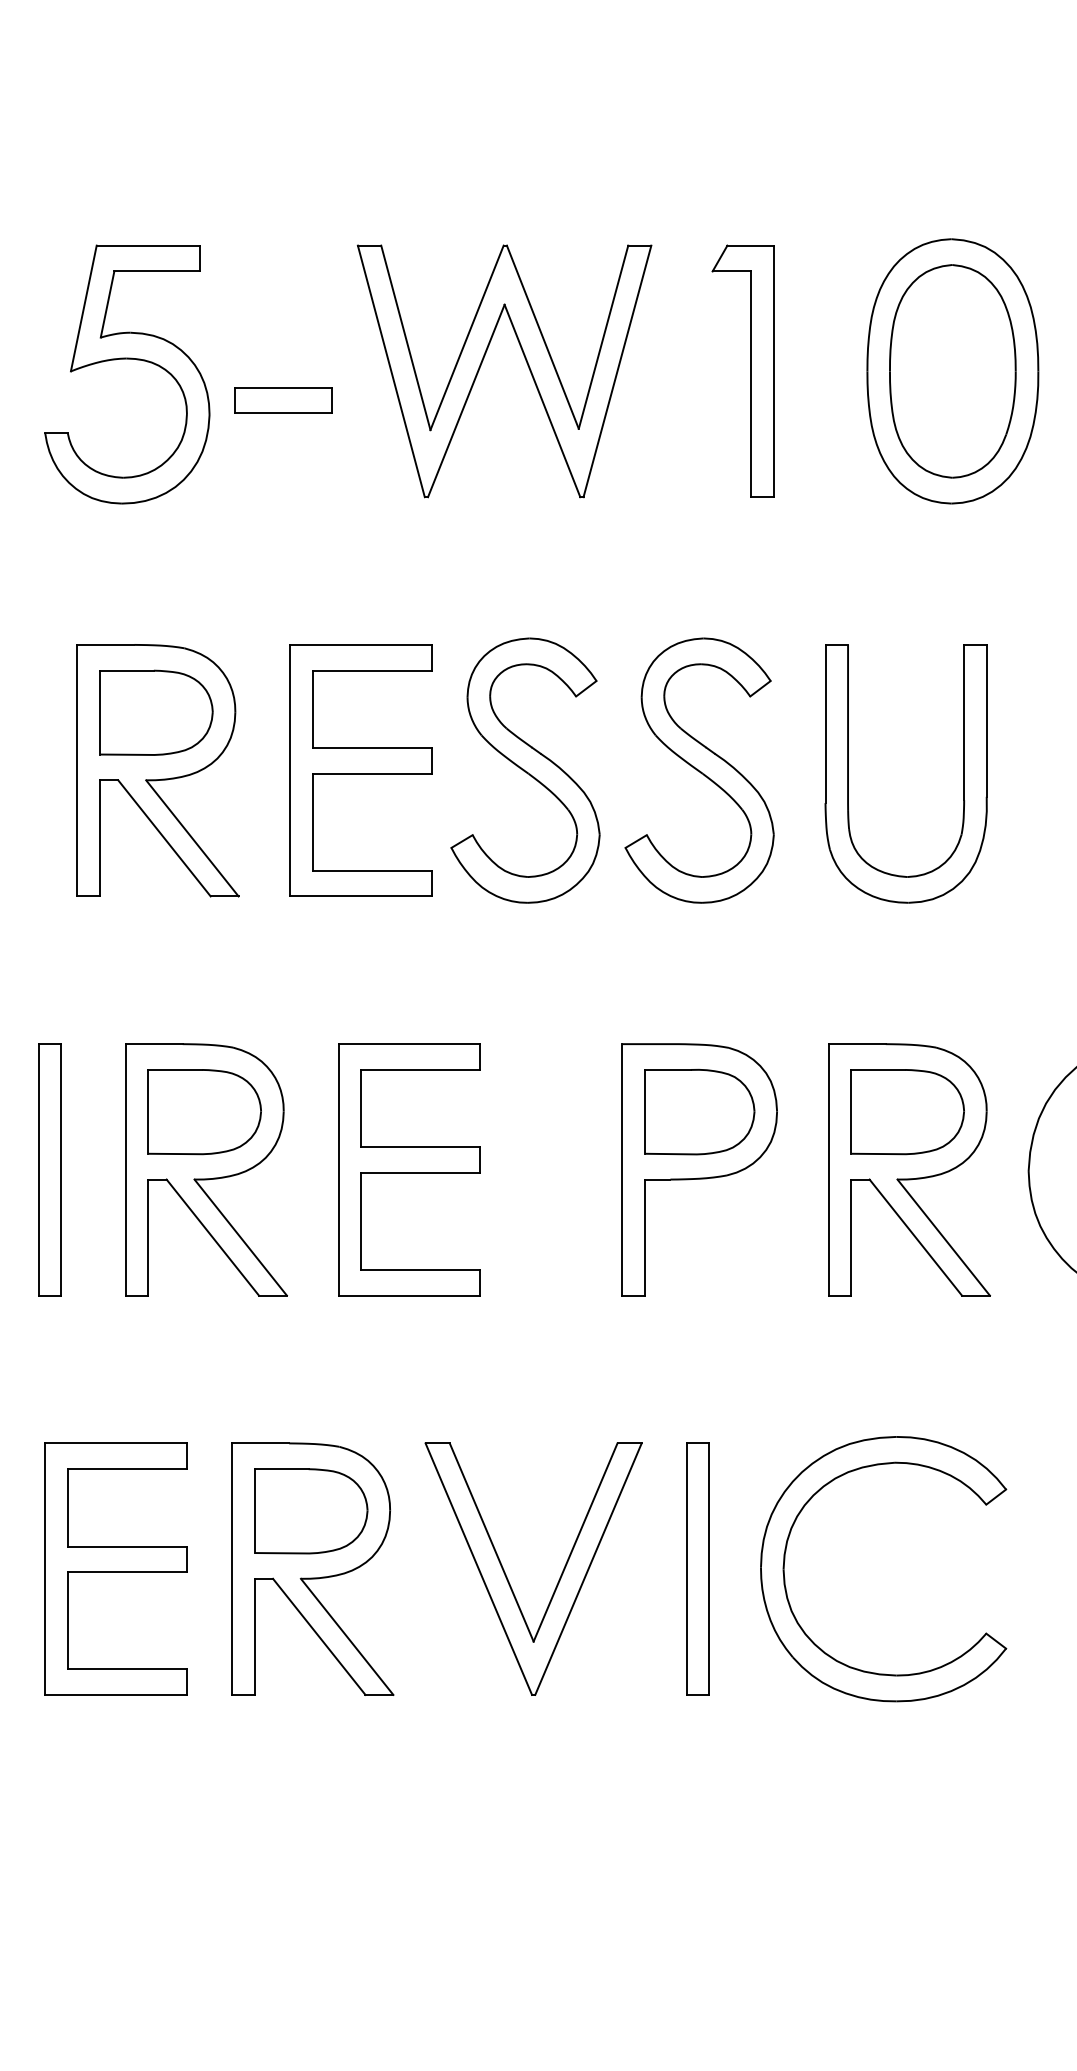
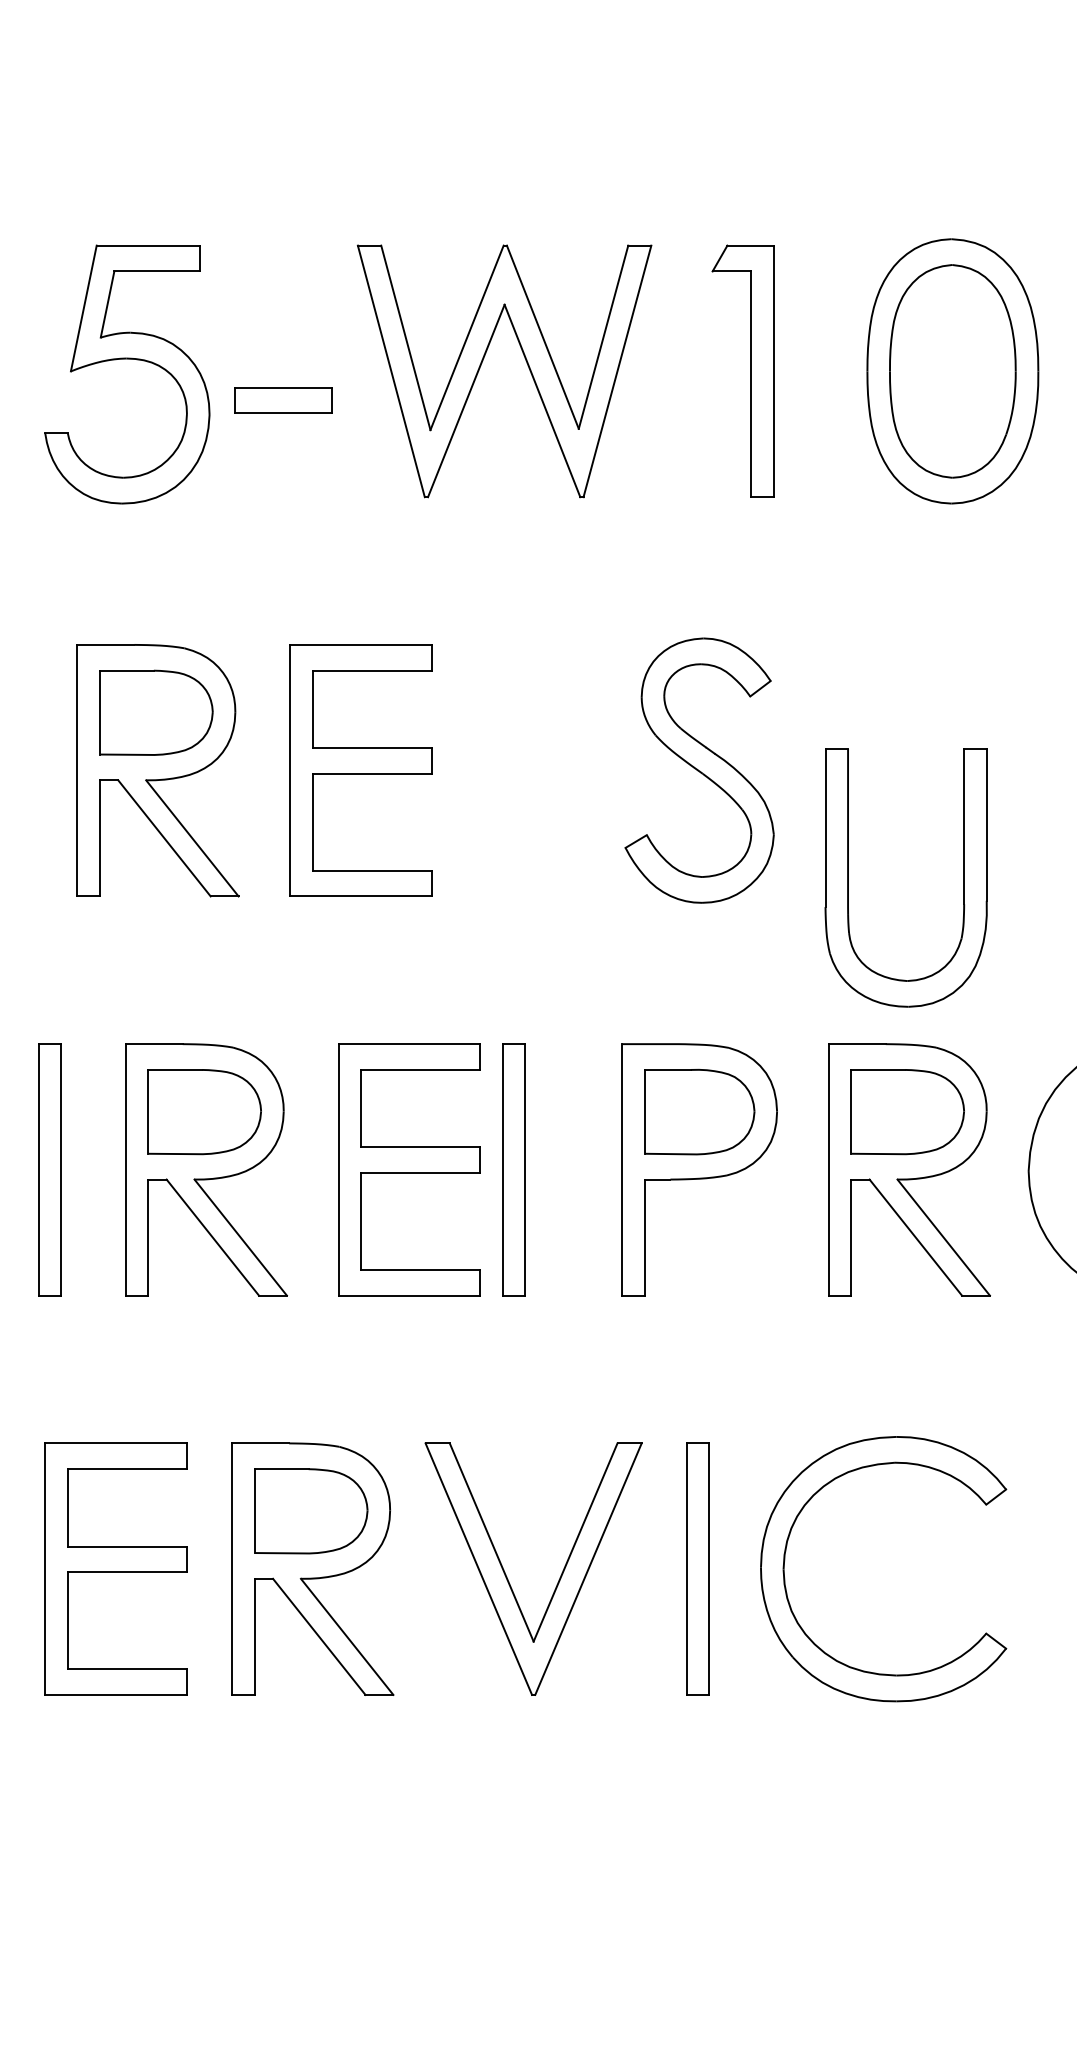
part at (525, 770): present -> none
part at (848, 773) position: (848, 773) -> (848, 877)
part at (513, 1169): none -> present
